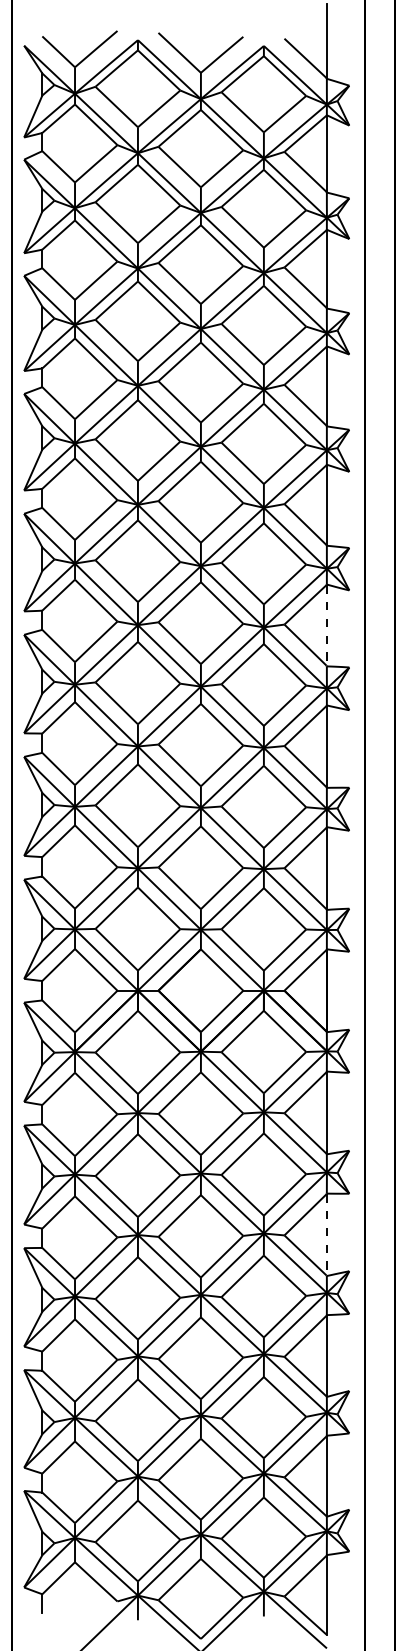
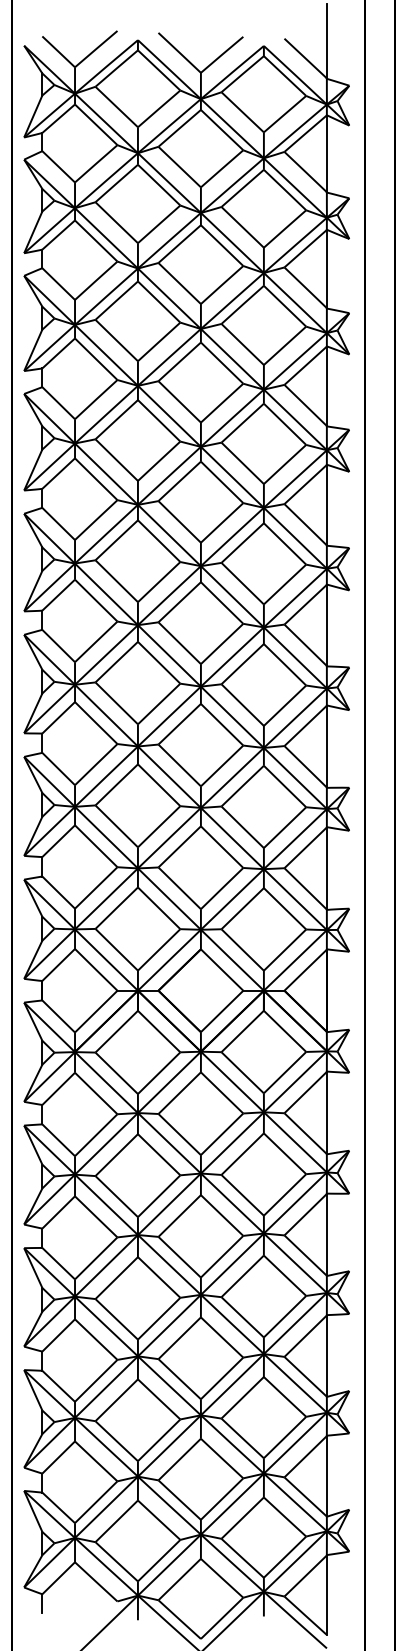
line at (326, 625): dashed -> solid
line at (326, 1234): dashed -> solid
